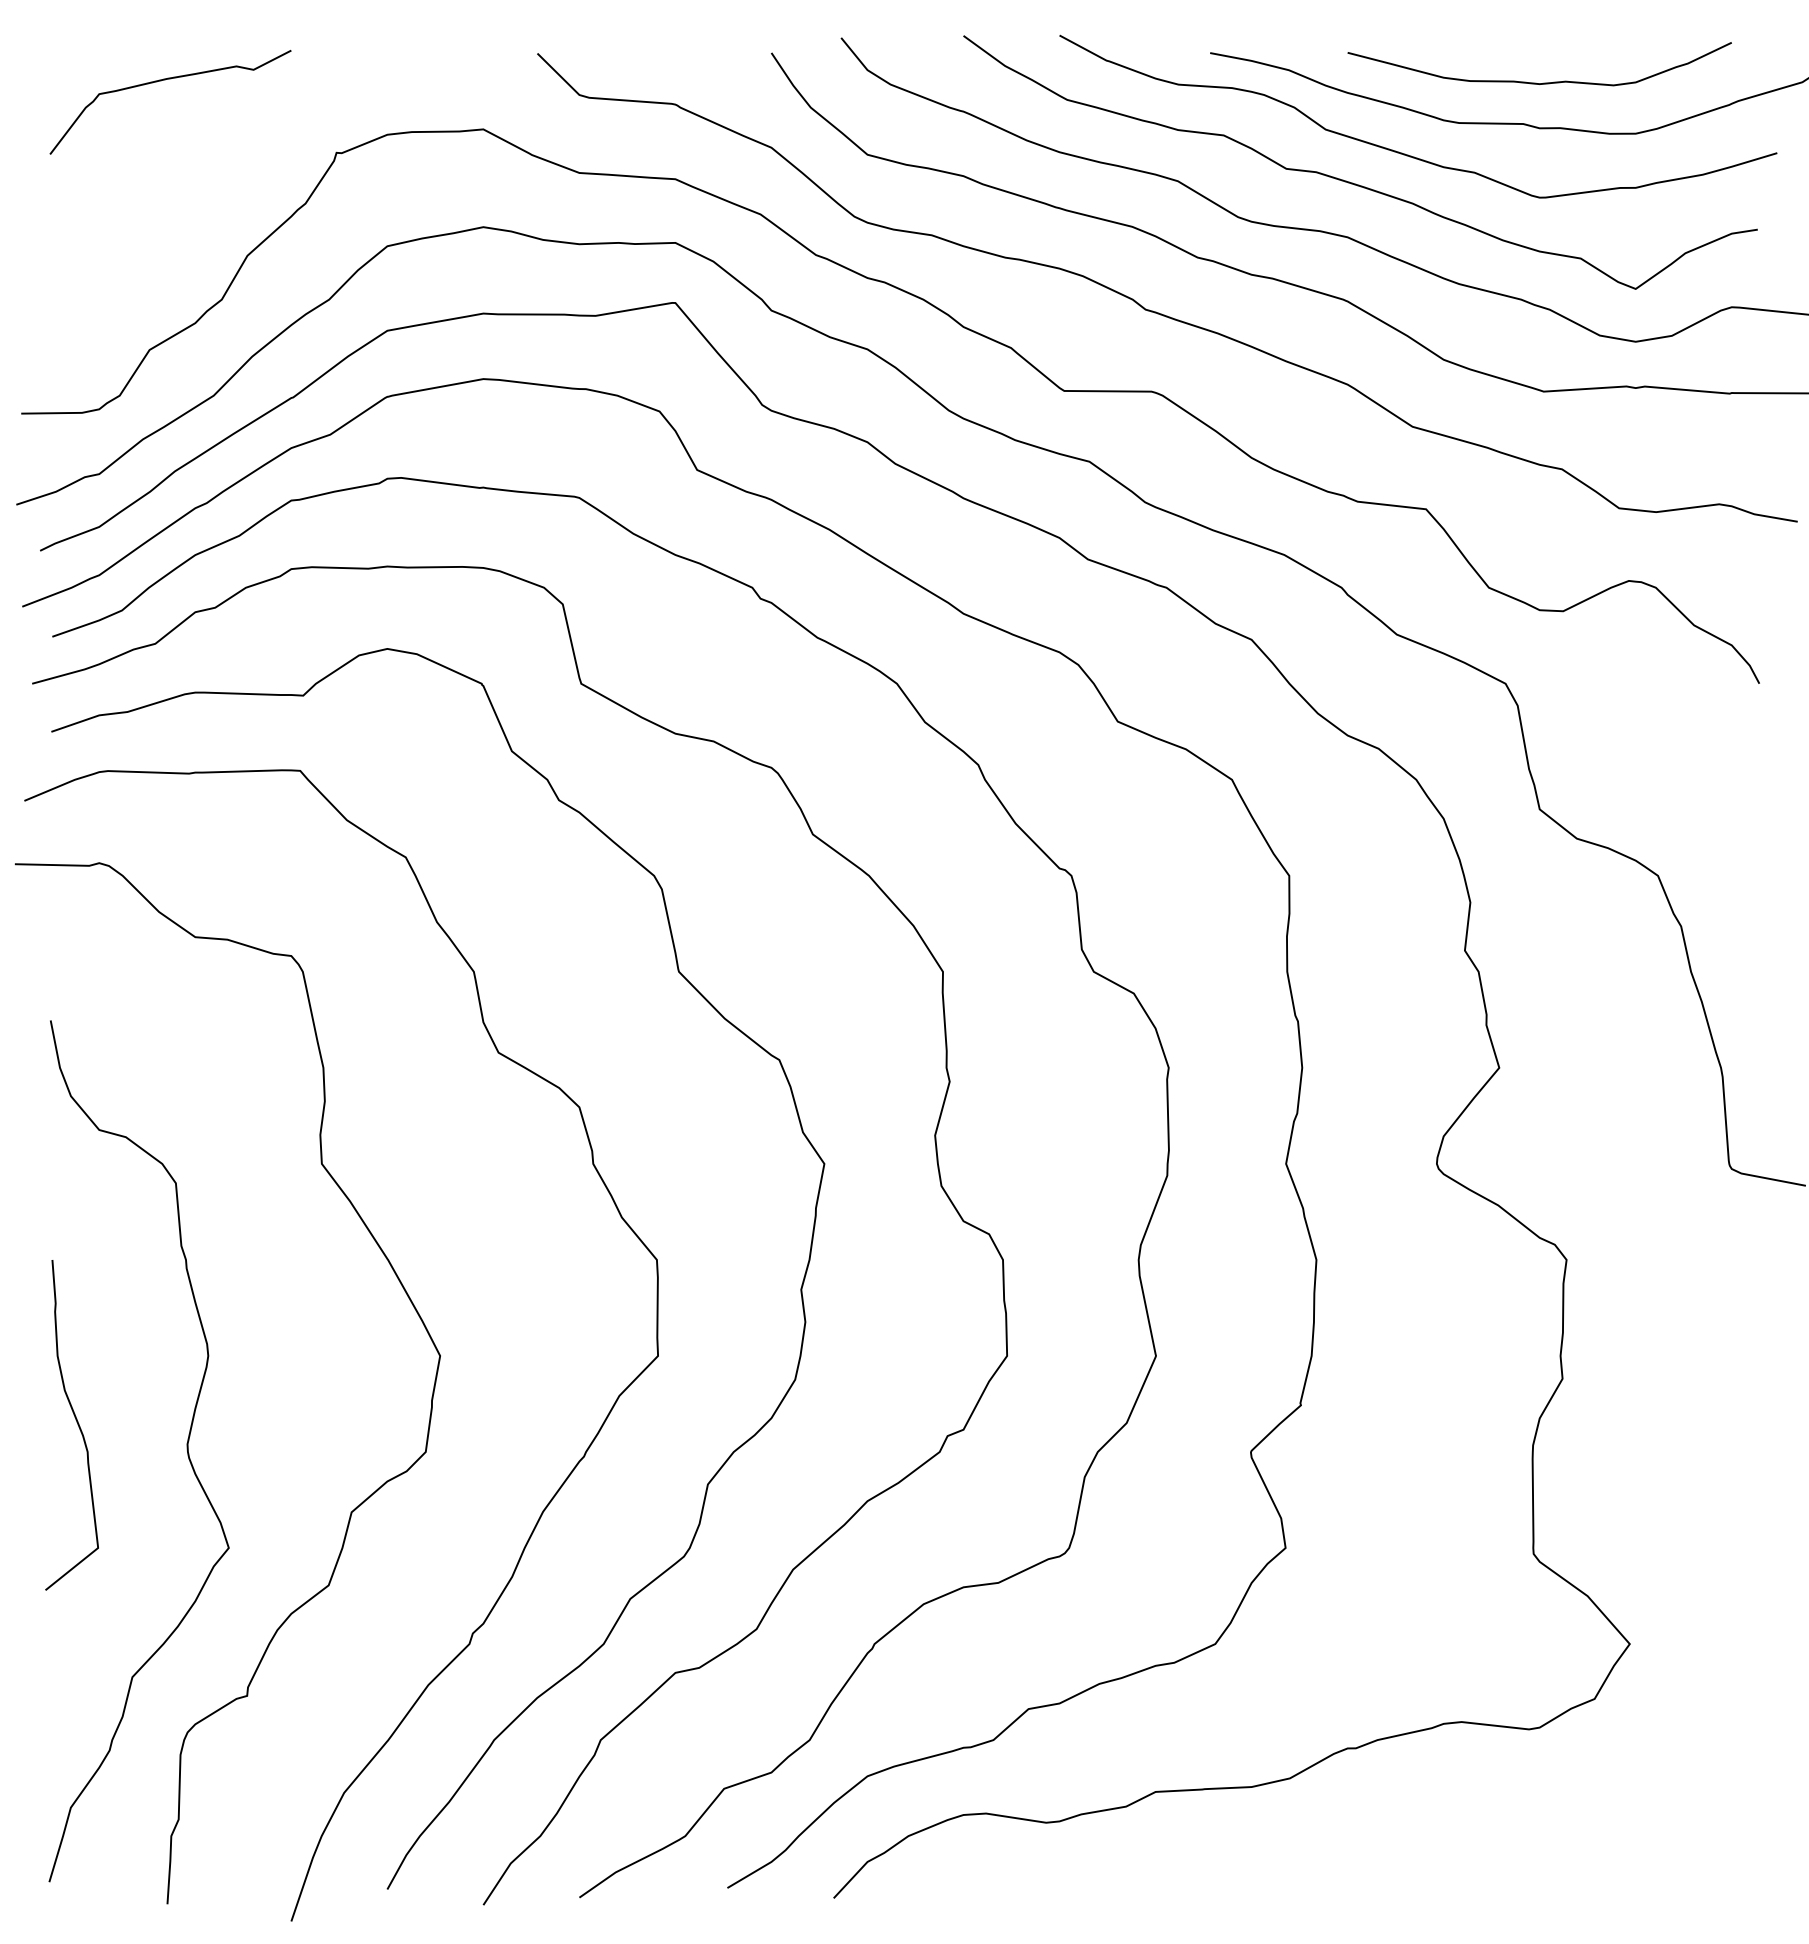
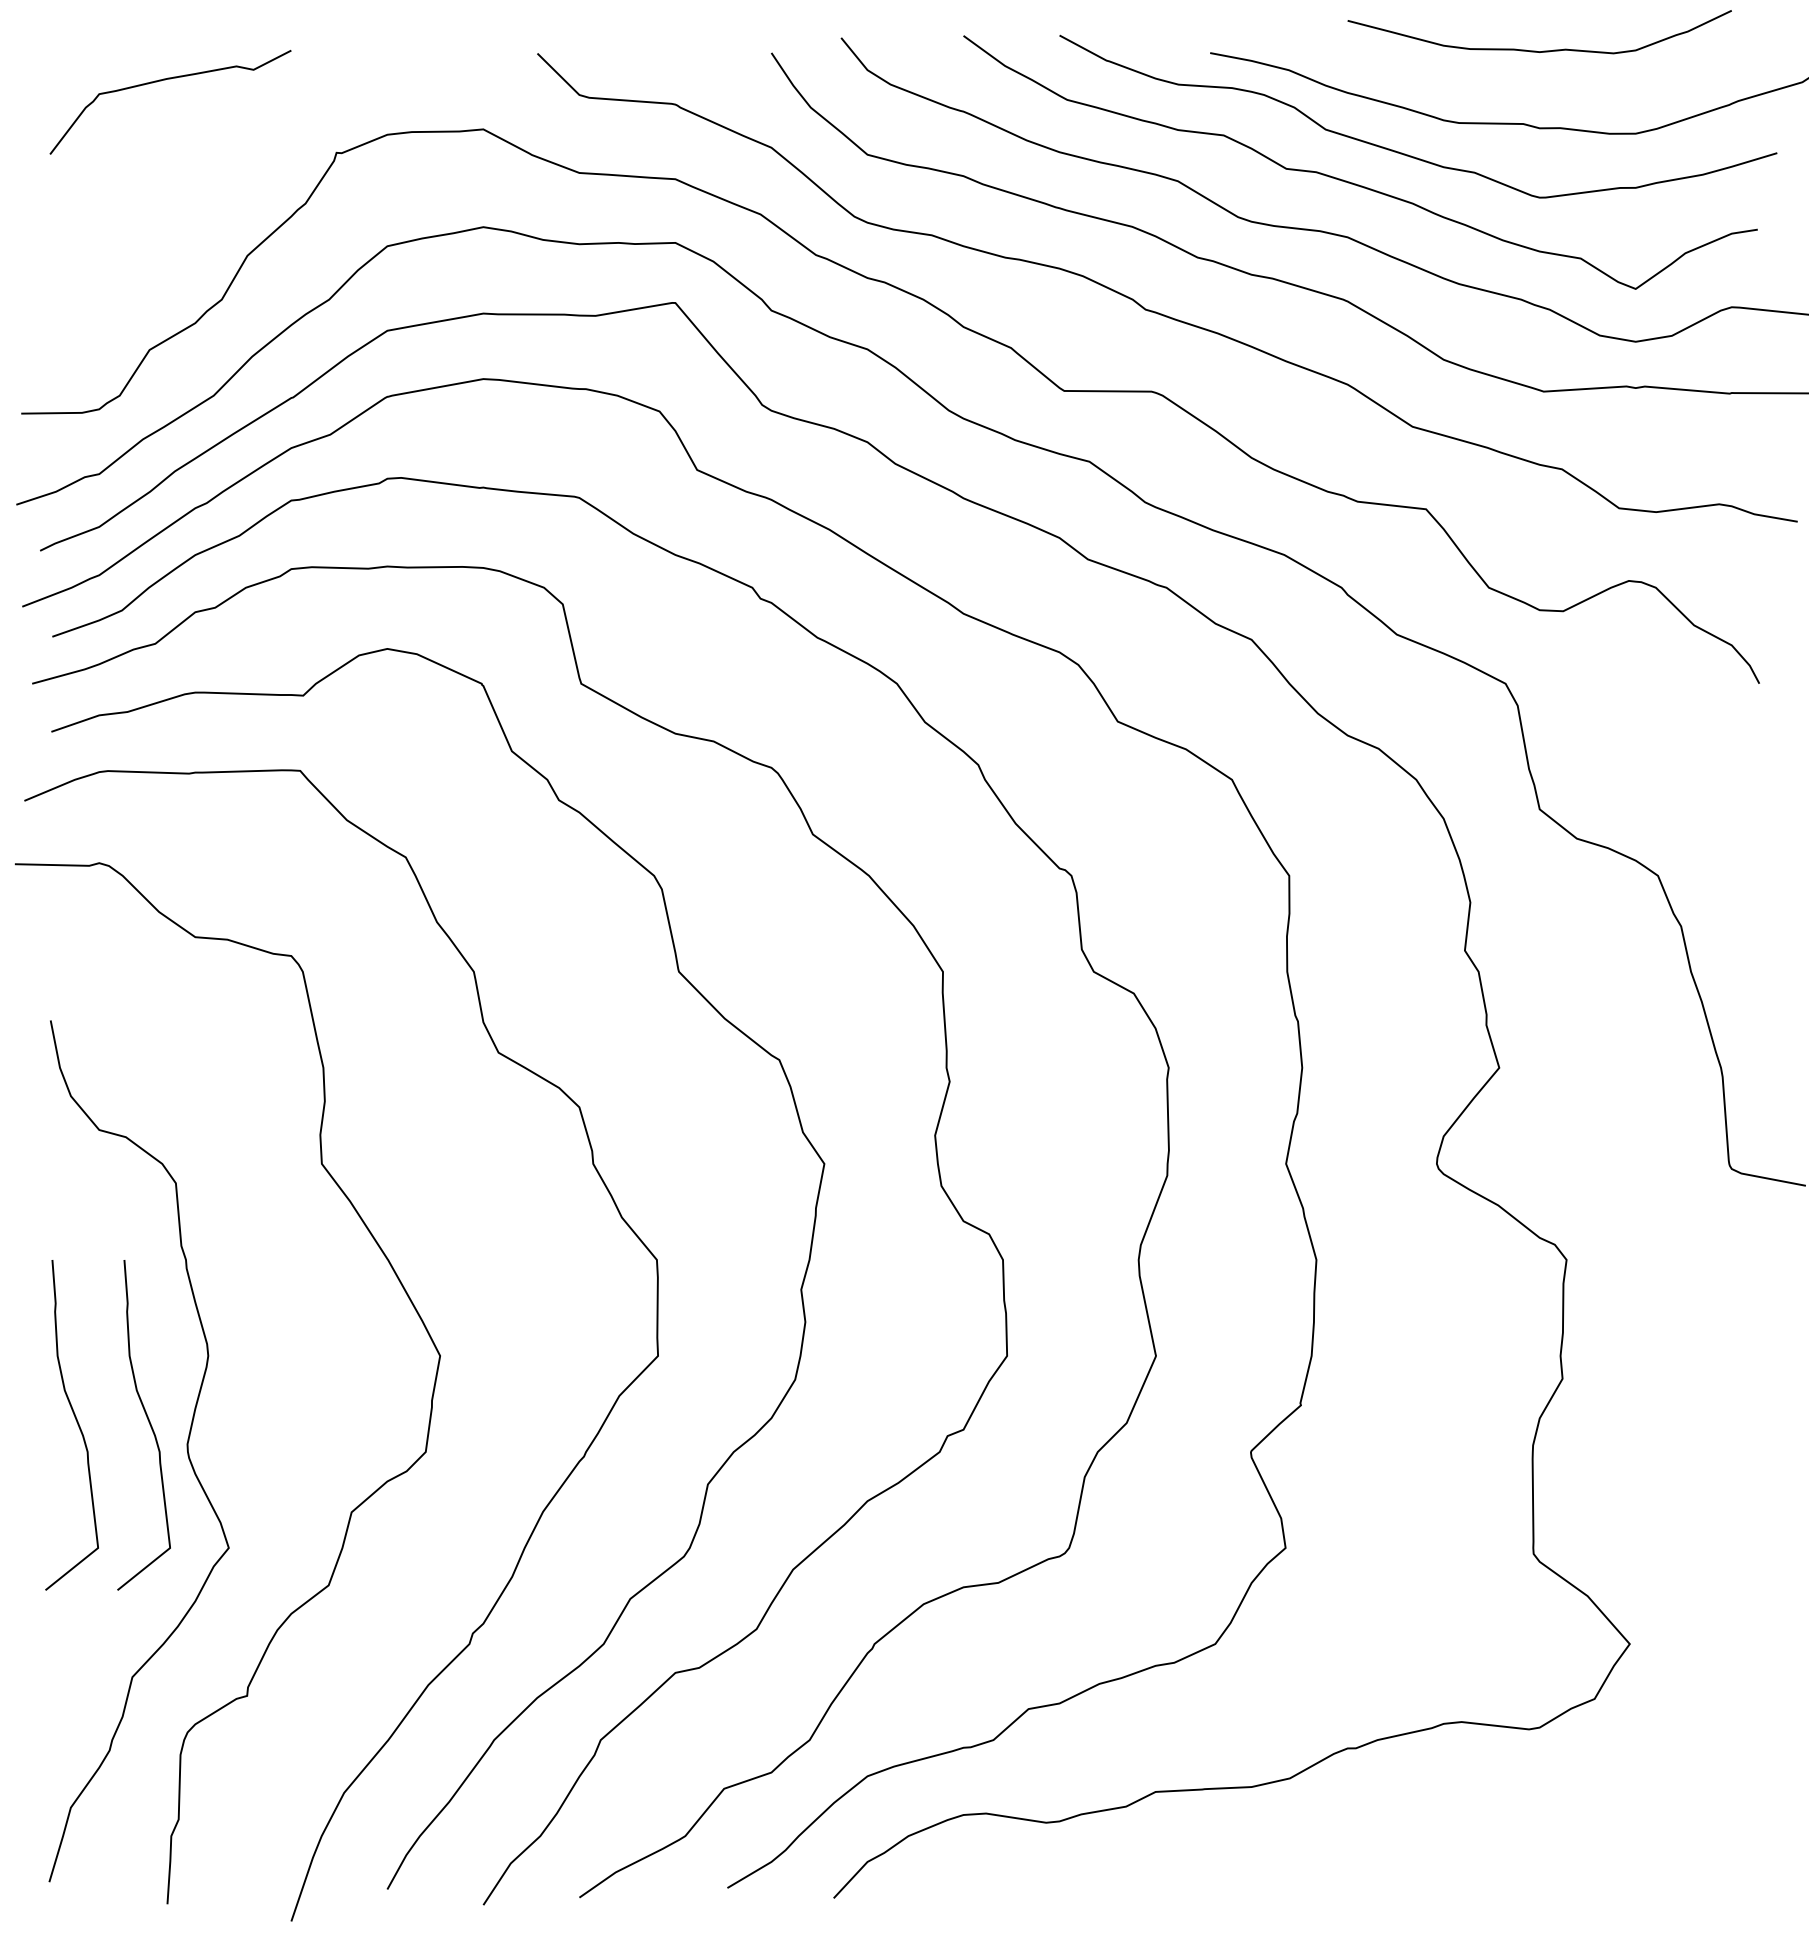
curve at (1536, 82) position: (1536, 82) -> (1536, 50)
curve at (148, 1422): none -> present
